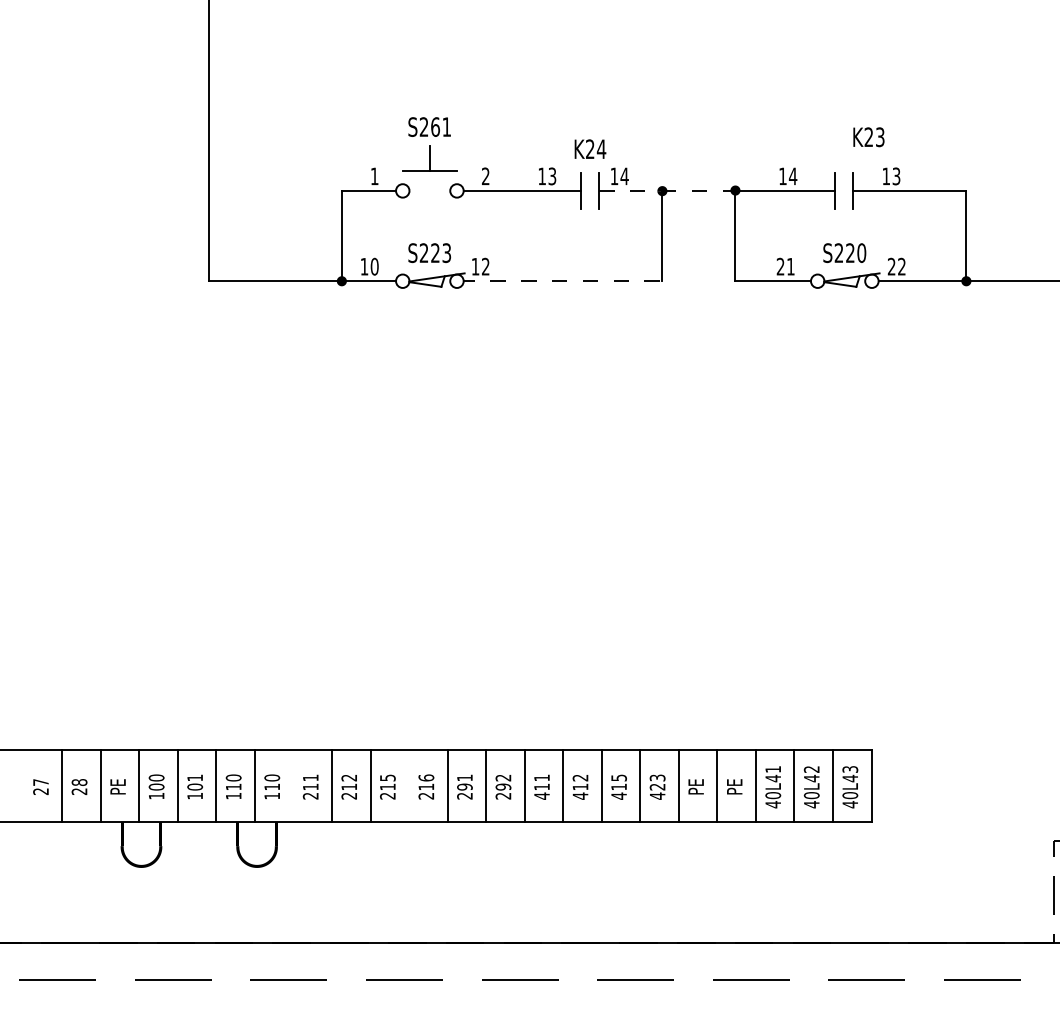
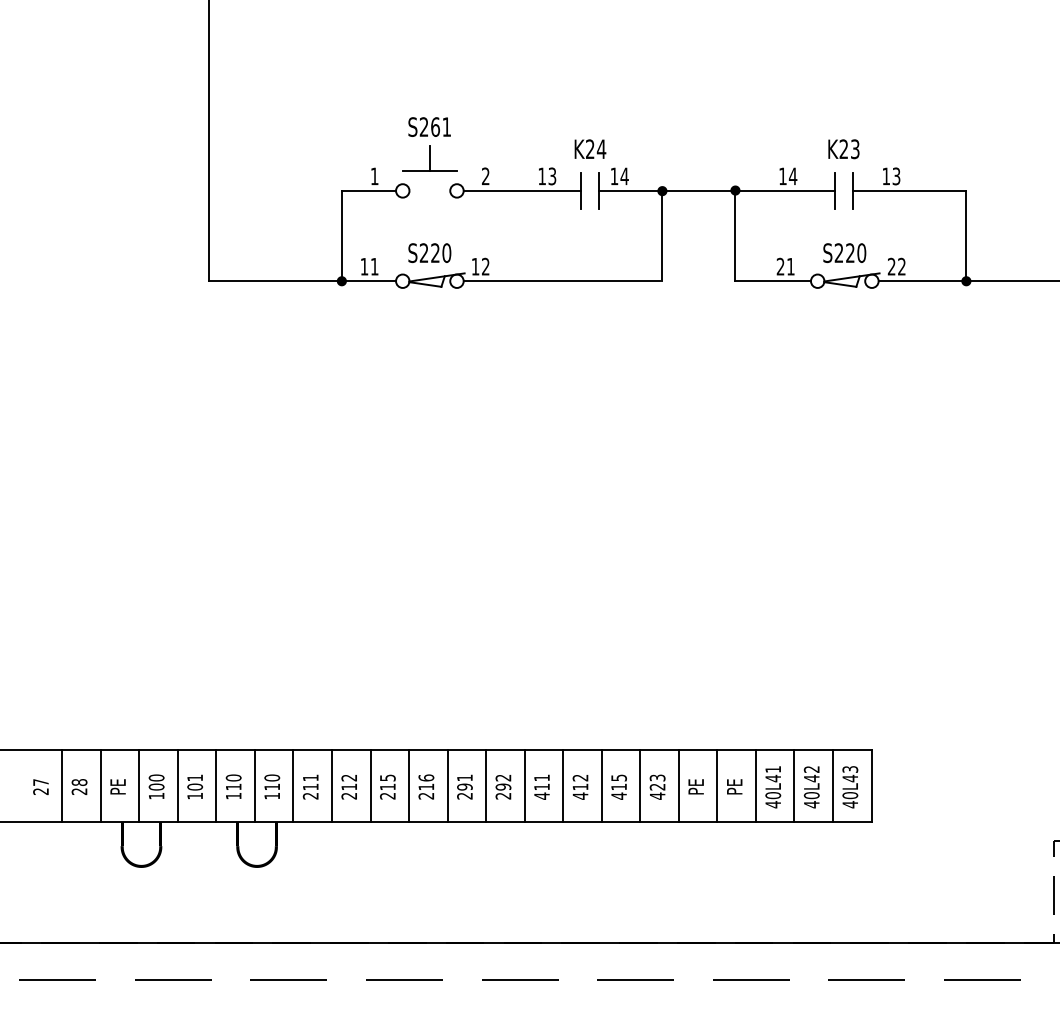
text at (868, 137) position: (868, 137) -> (843, 149)
line at (667, 190): dashed -> solid
text at (446, 253): S223 -> S220
text at (374, 266): 10 -> 11
line at (561, 281): dashed -> solid
line at (293, 785): none -> present
line at (409, 785): none -> present
